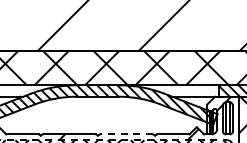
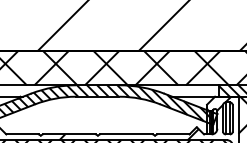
line at (126, 134): dashed -> solid
line at (114, 140): dashed -> solid
